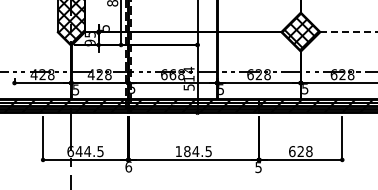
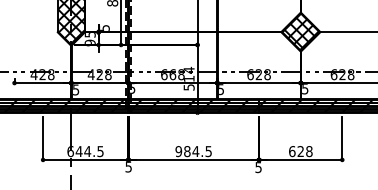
line at (349, 31): dashed -> solid
text at (178, 151): 184.5 -> 984.5
text at (128, 166): 6 -> 5
